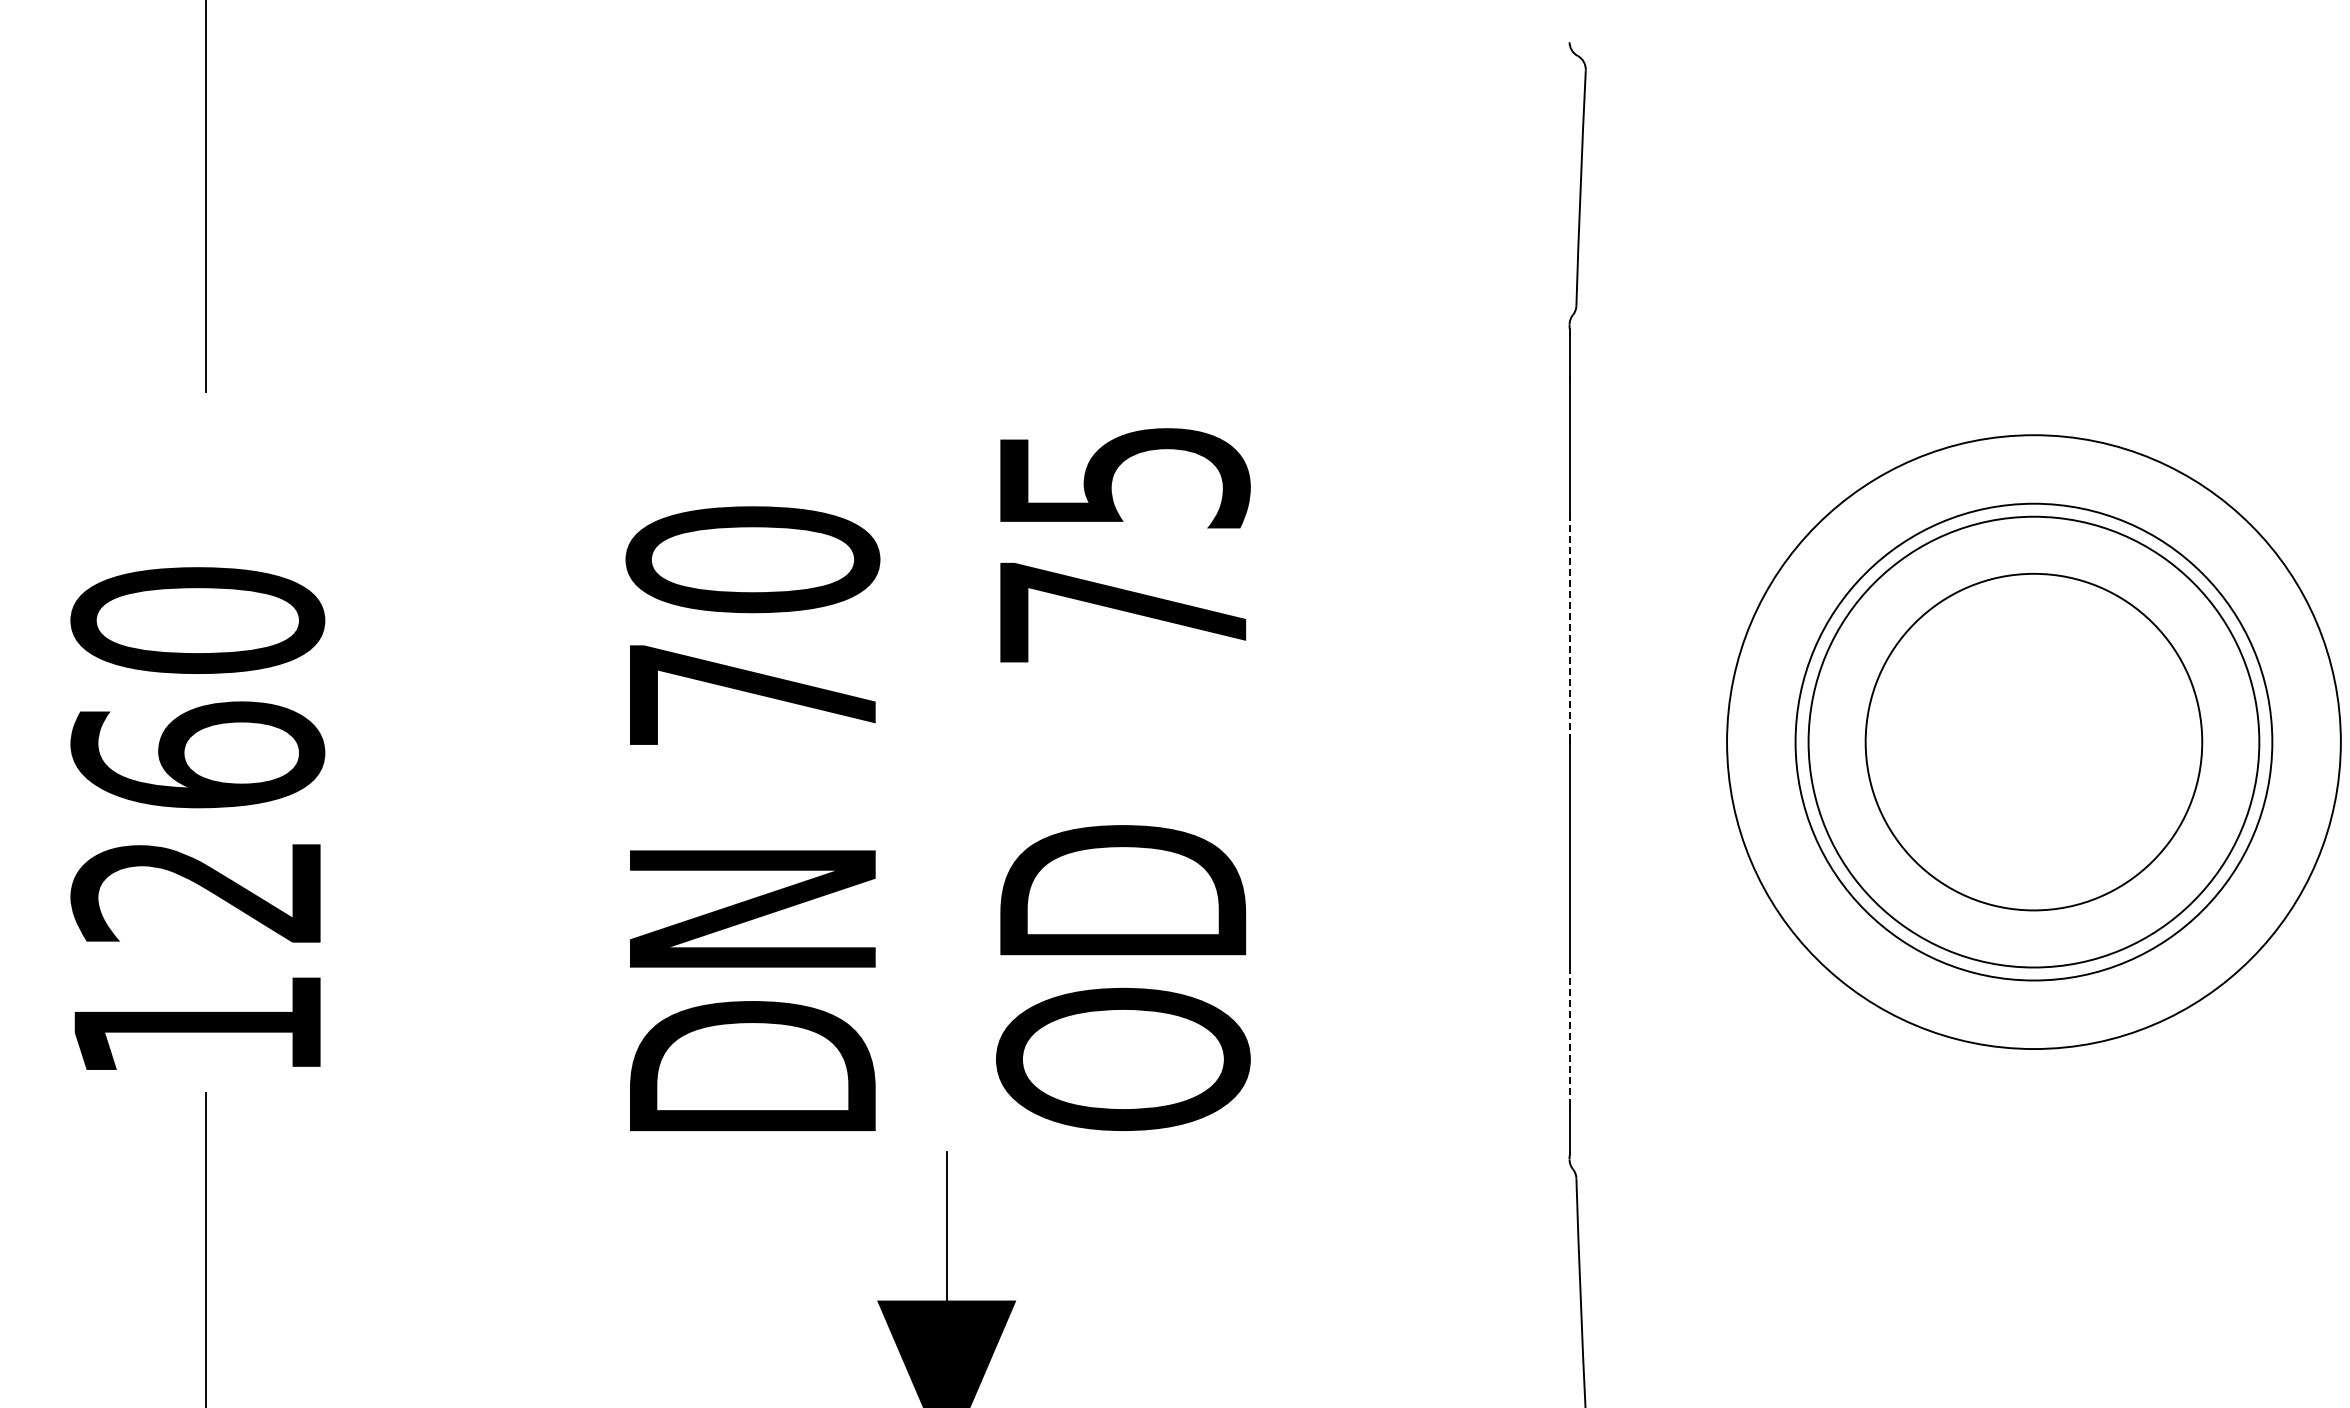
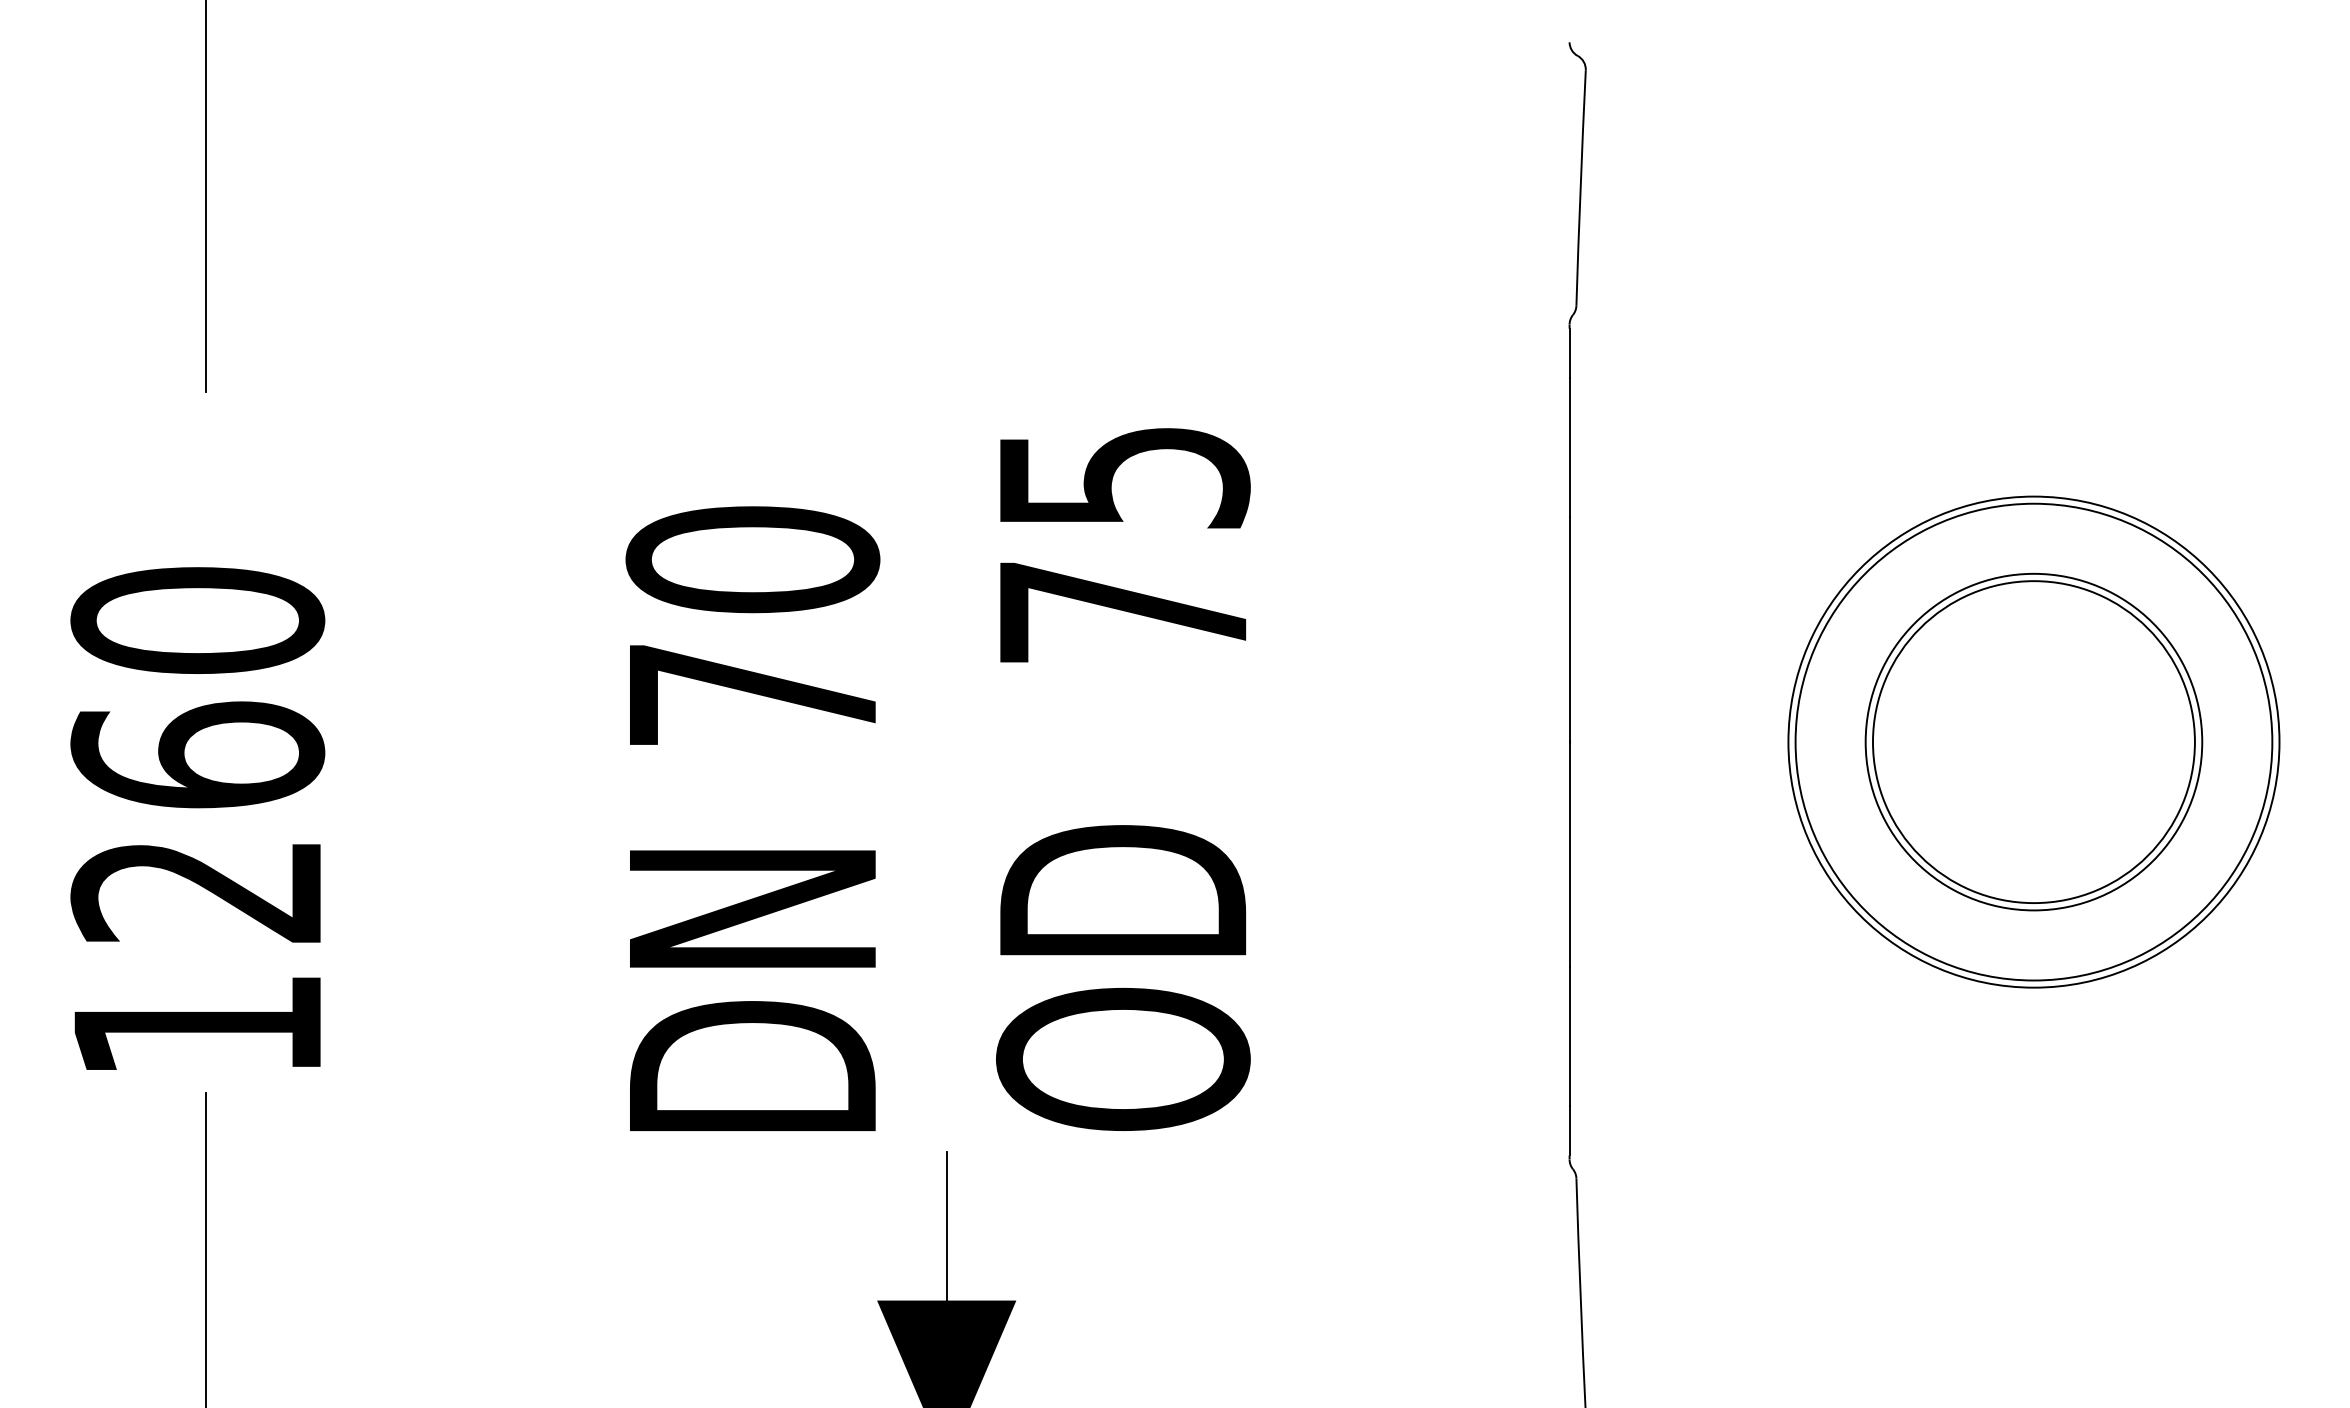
line at (1569, 629): dashed -> solid
circle at (2033, 741) diameter: 451 px -> 322 px
circle at (2033, 742) diameter: 614 px -> 491 px
line at (1569, 1035): dashed -> solid
